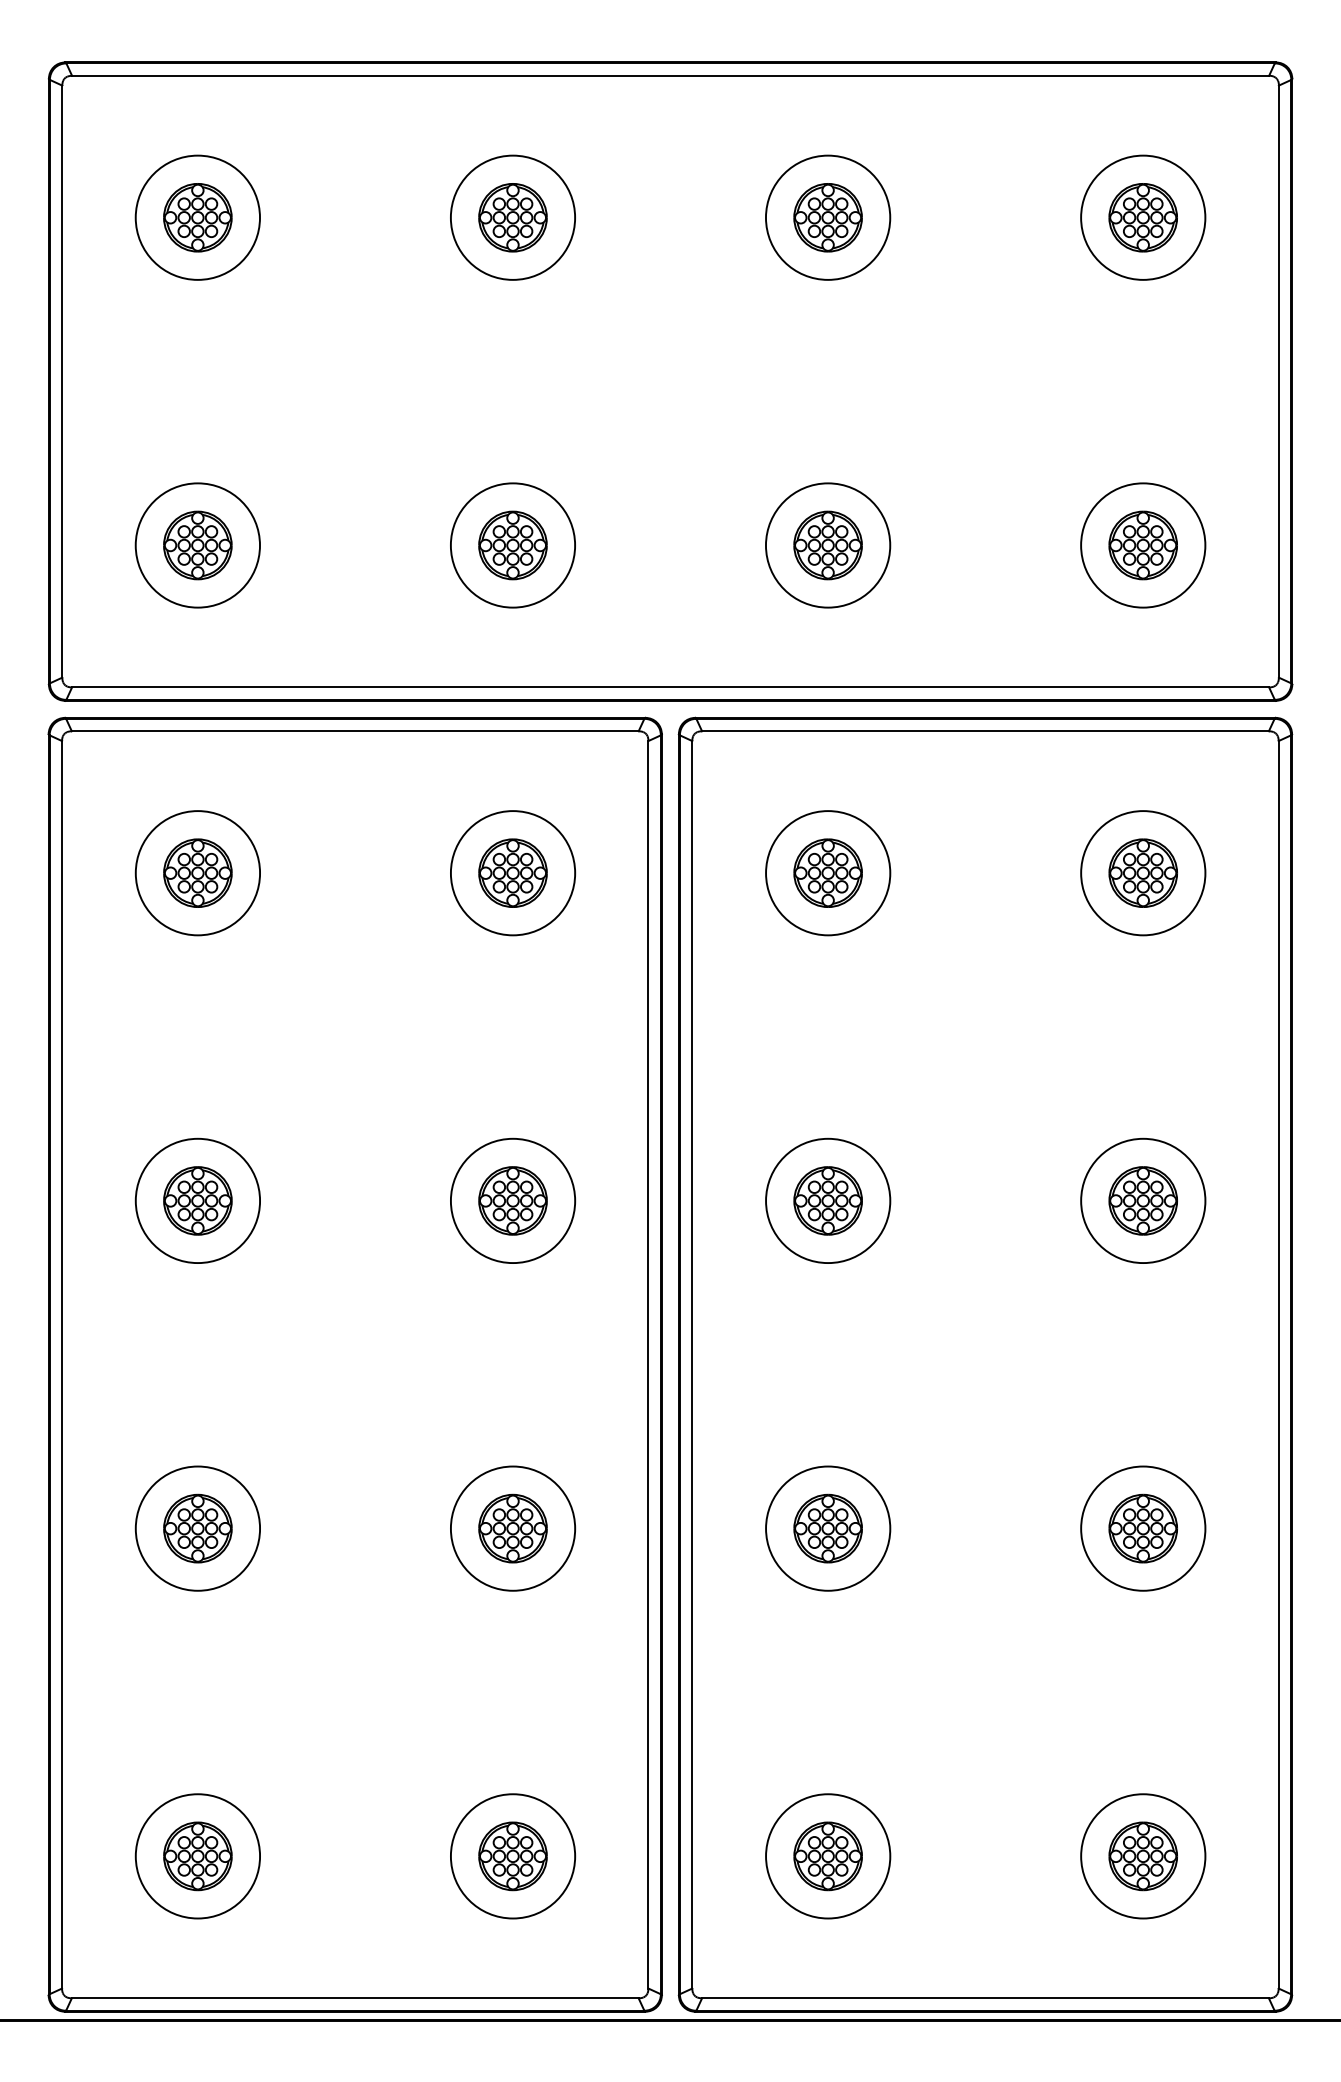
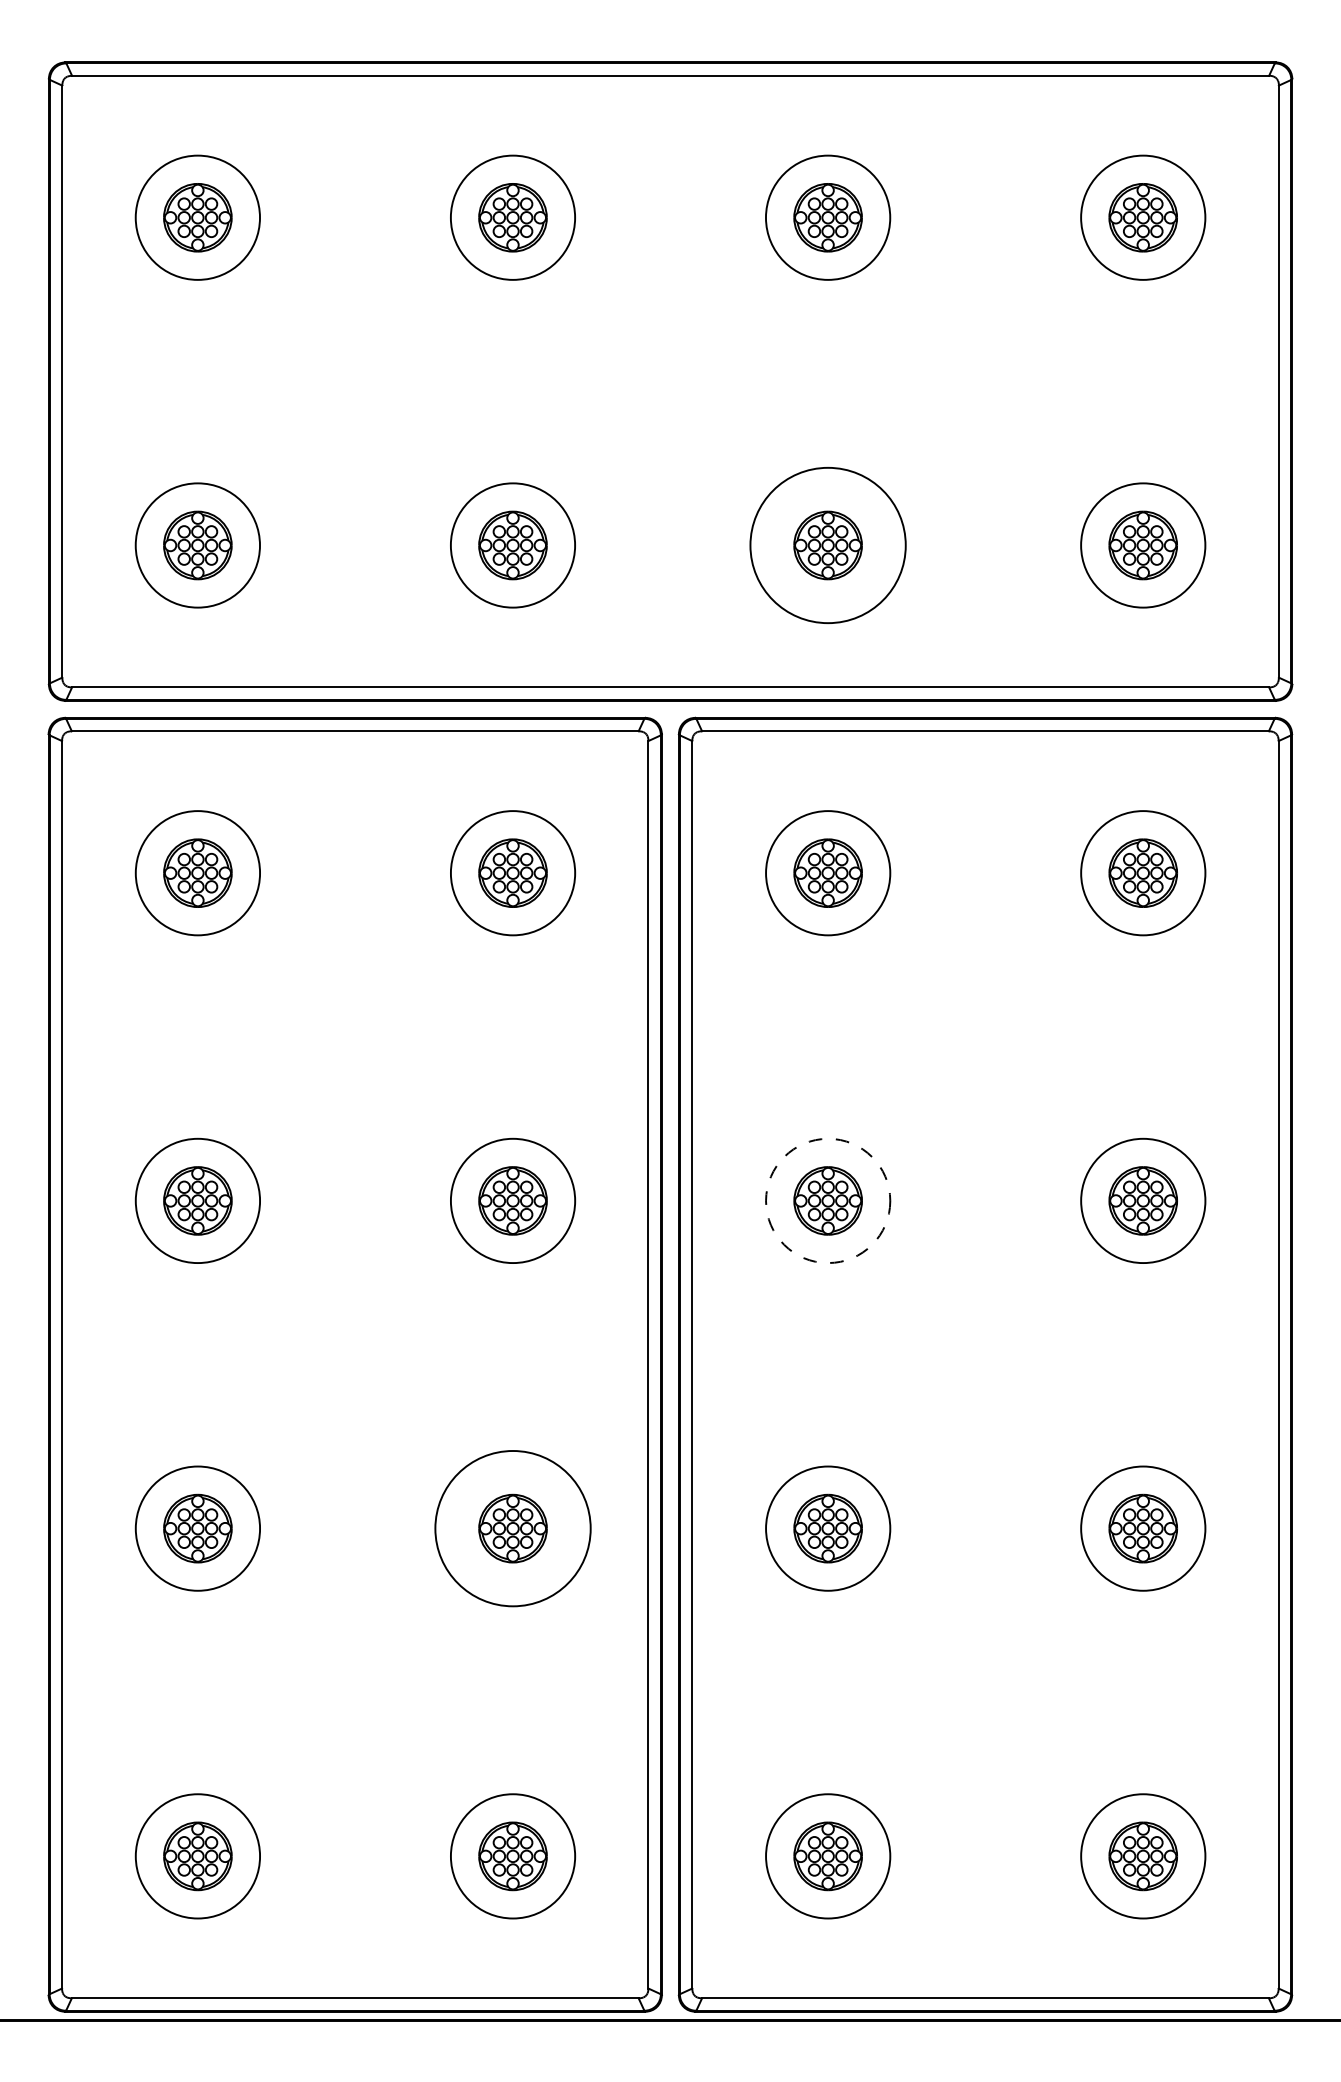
circle at (827, 545) diameter: 124 px -> 155 px
circle at (828, 1200): solid -> dashed
circle at (512, 1528) diameter: 124 px -> 155 px
